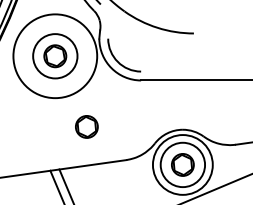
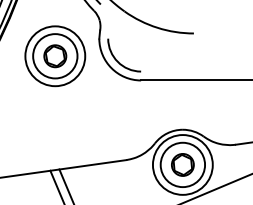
circle at (55, 56) diameter: 84 px -> 60 px
part at (86, 126): present -> none
